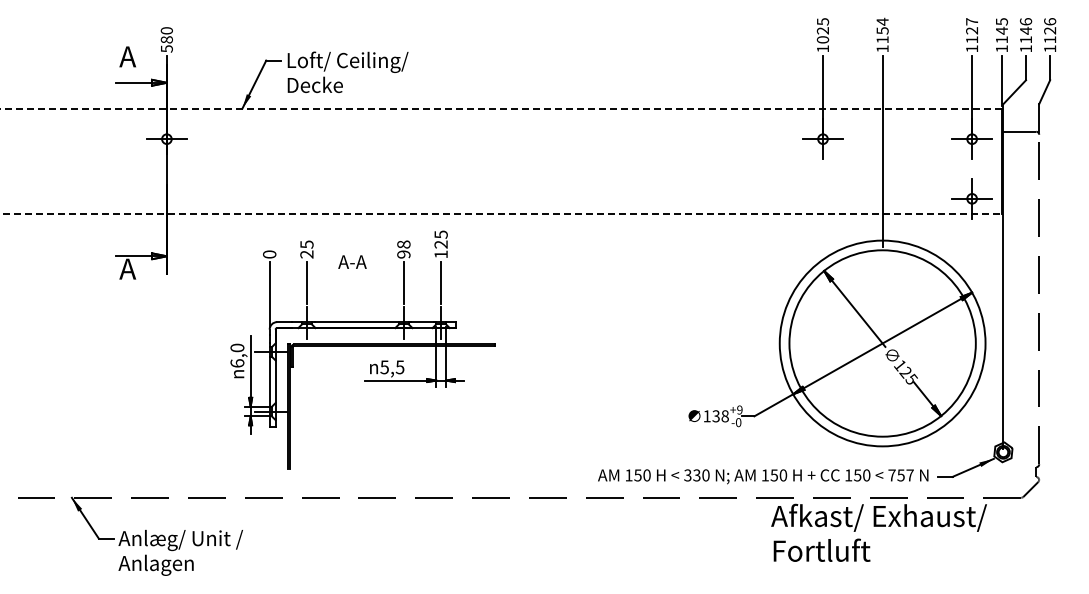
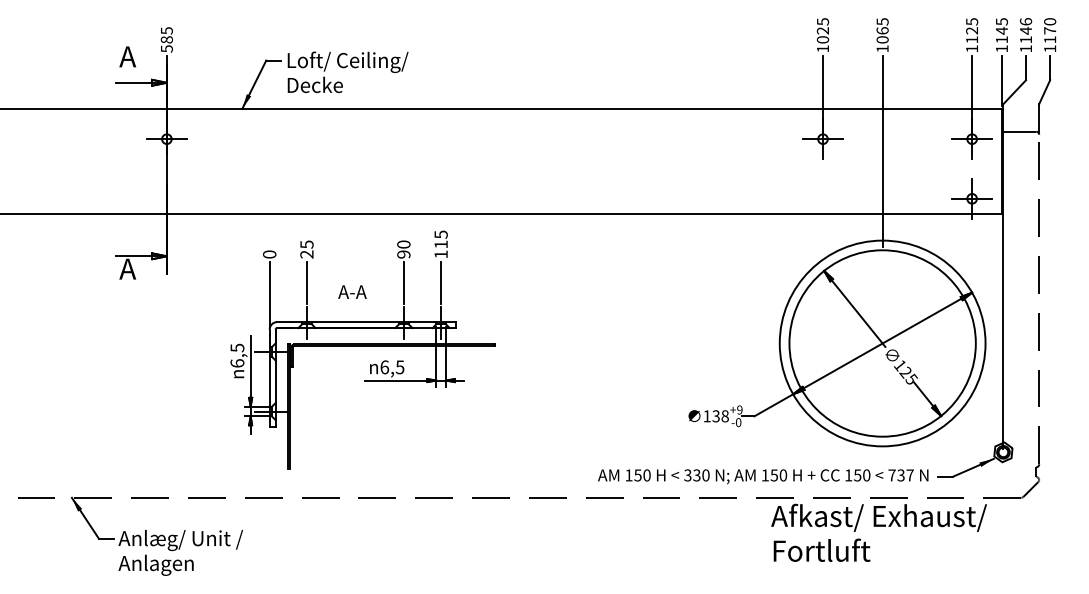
text at (972, 21): 1127 -> 1125
text at (1050, 26): 1126 -> 1170
text at (166, 30): 580 -> 585
text at (882, 30): 1154 -> 1065
line at (501, 109): dashed -> solid
line at (501, 213): dashed -> solid
text at (403, 244): 98 -> 90
text at (440, 244): 125 -> 115
text at (352, 261) position: (352, 261) -> (352, 291)
text at (237, 347): 6,0 -> 6,5
text at (384, 367): 5,5 -> 6,5
text at (900, 474): 757 -> 737
